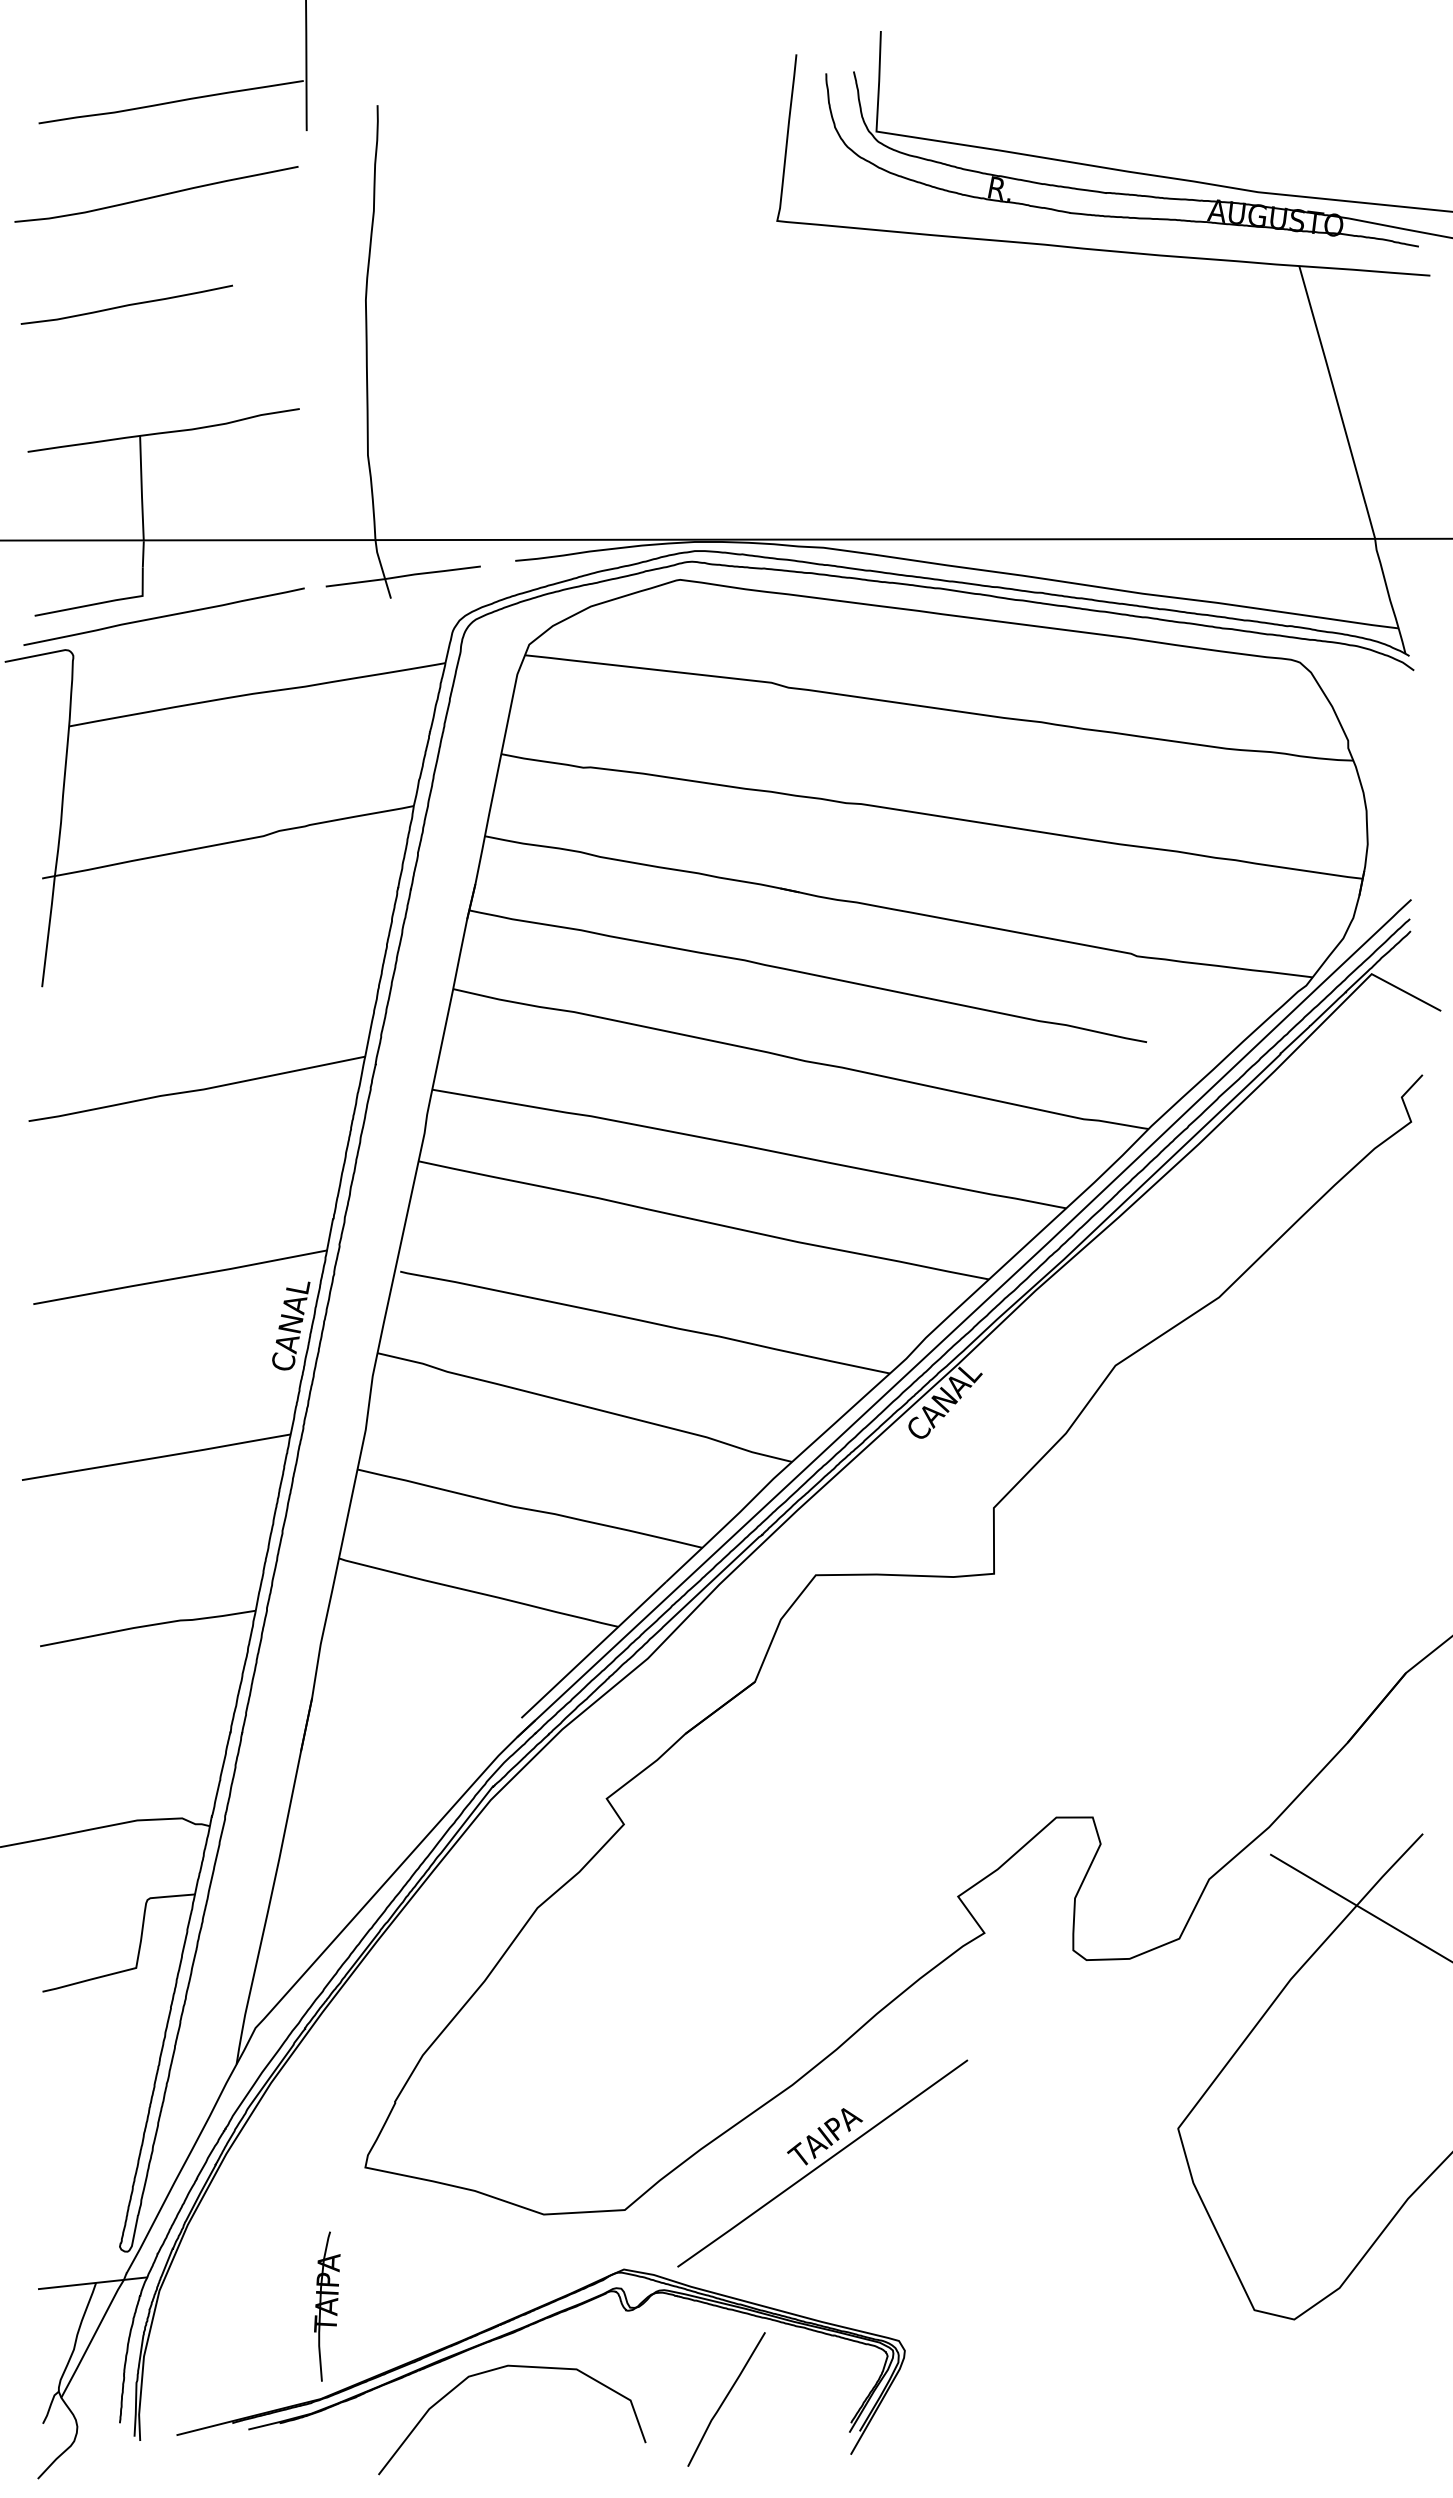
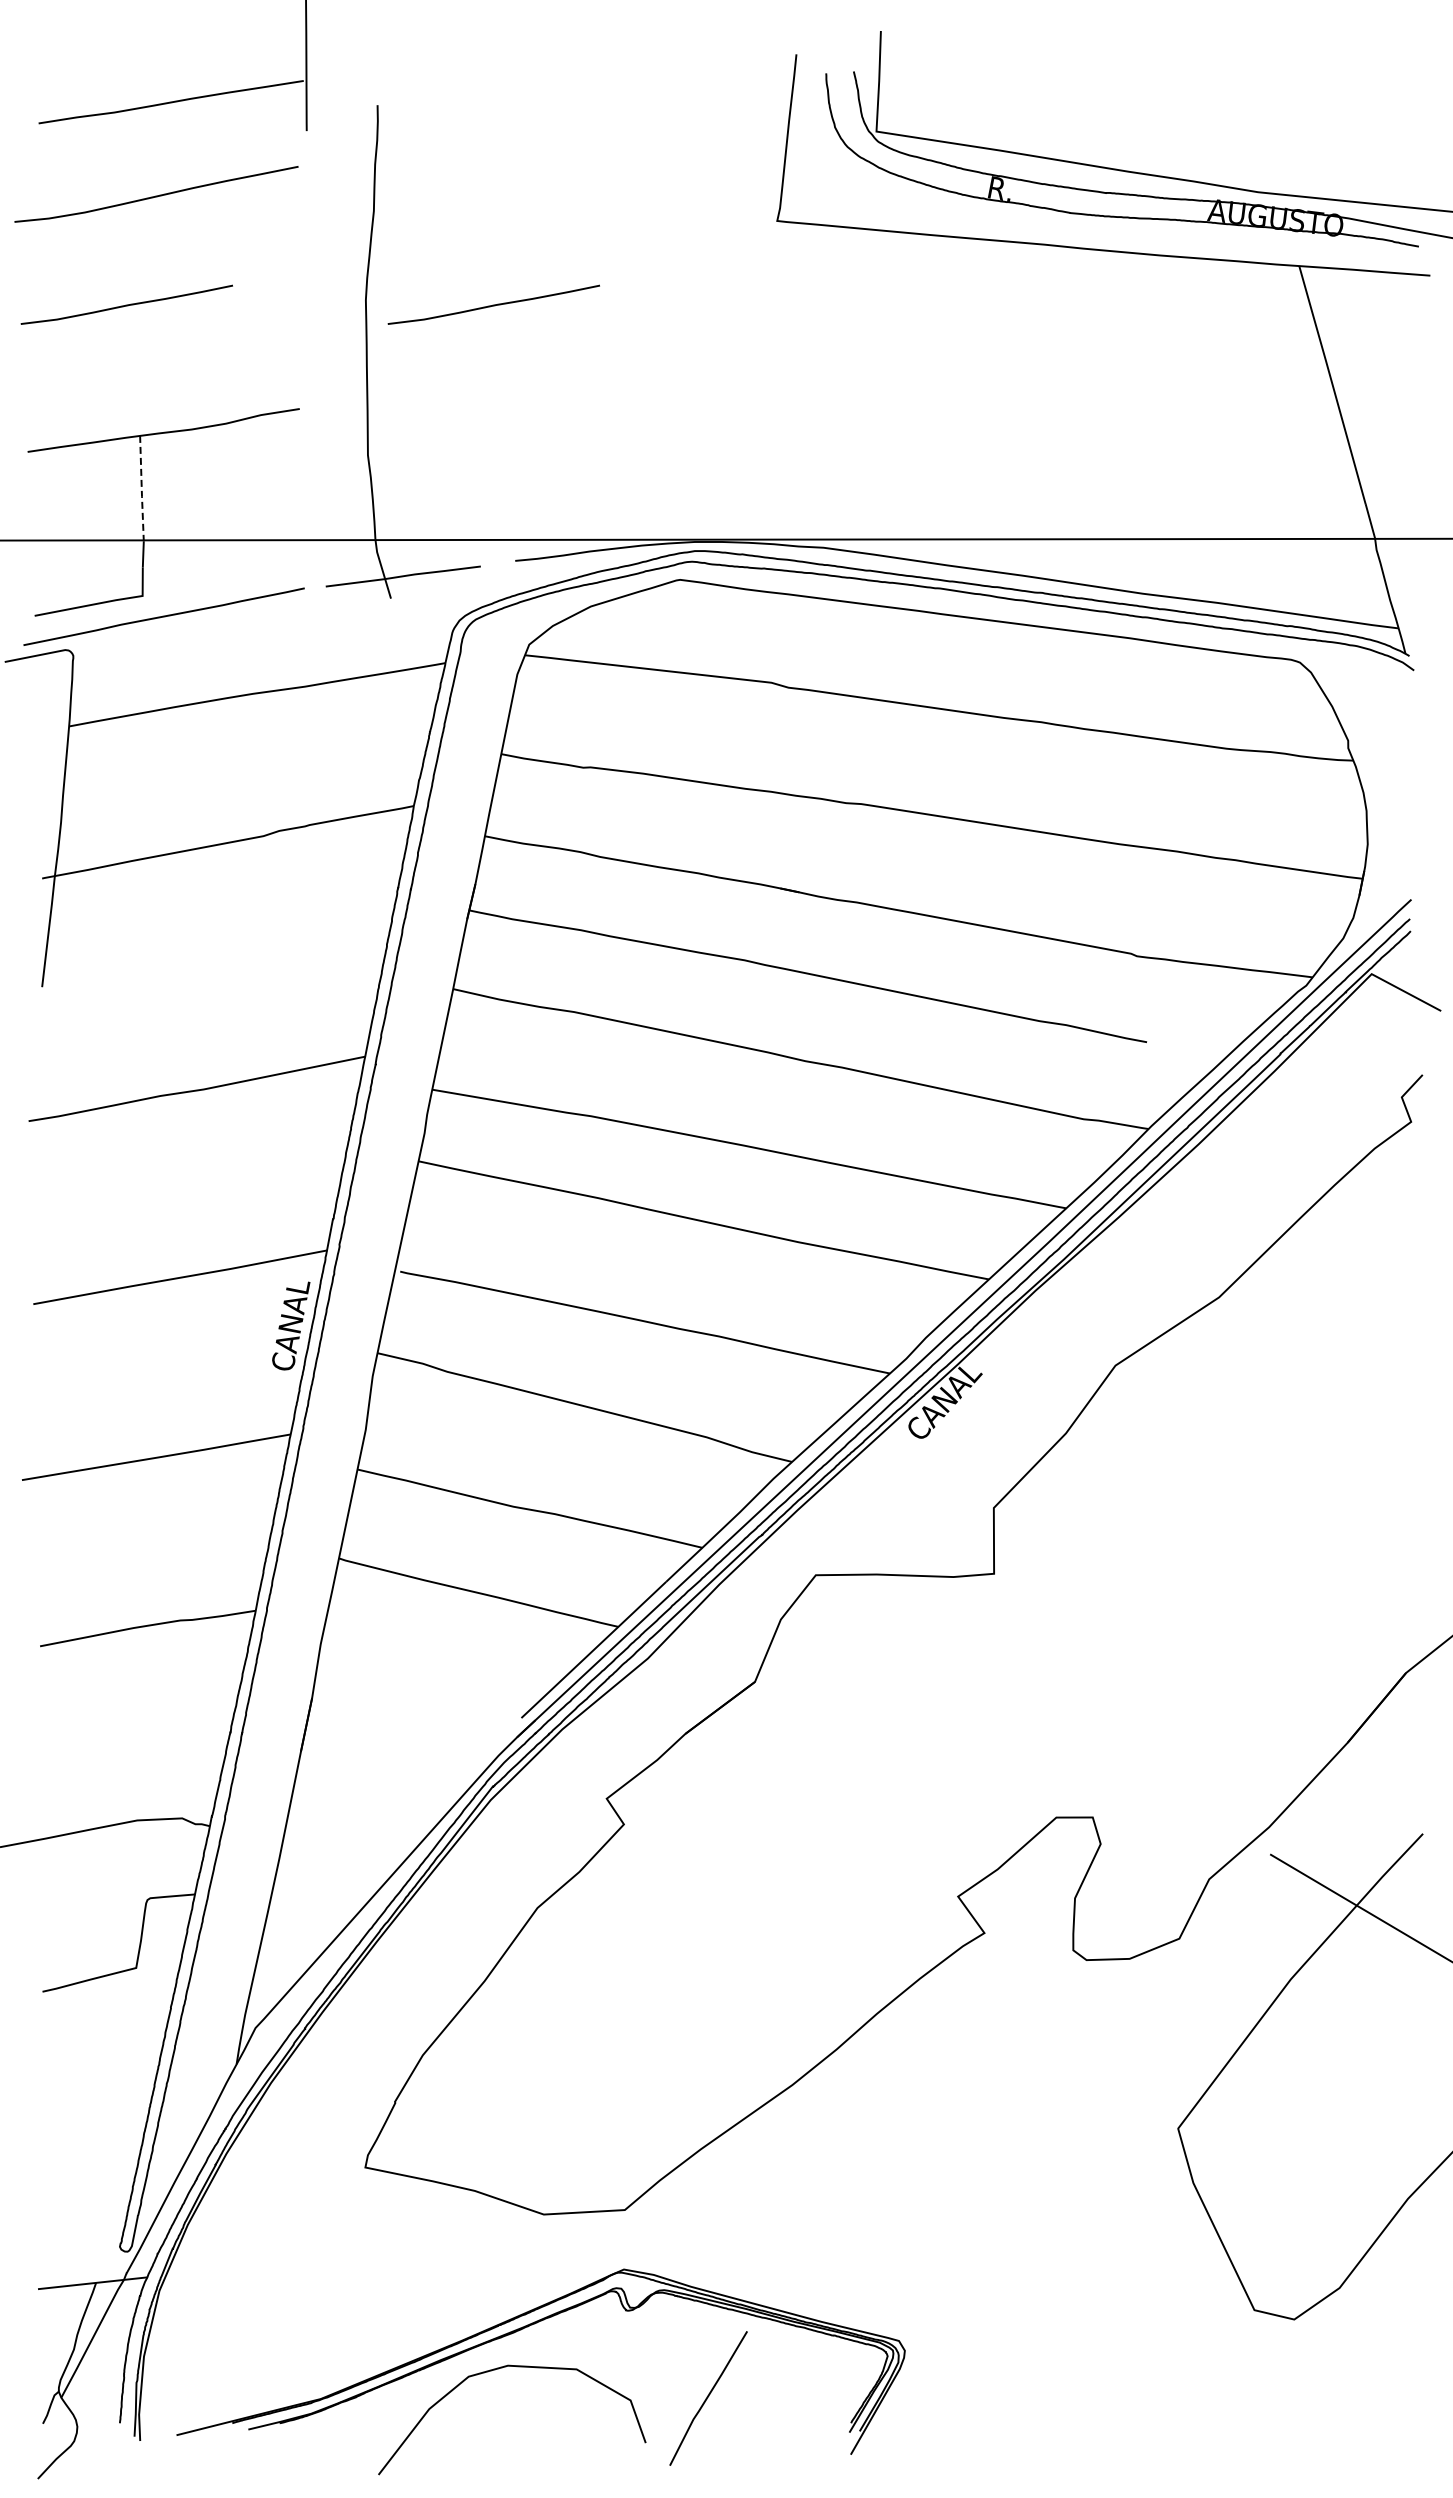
curve at (493, 304): none -> present
line at (141, 489): solid -> dashed
part at (822, 2163): present -> none
part at (327, 2306): present -> none
curve at (726, 2398) position: (726, 2398) -> (708, 2397)
